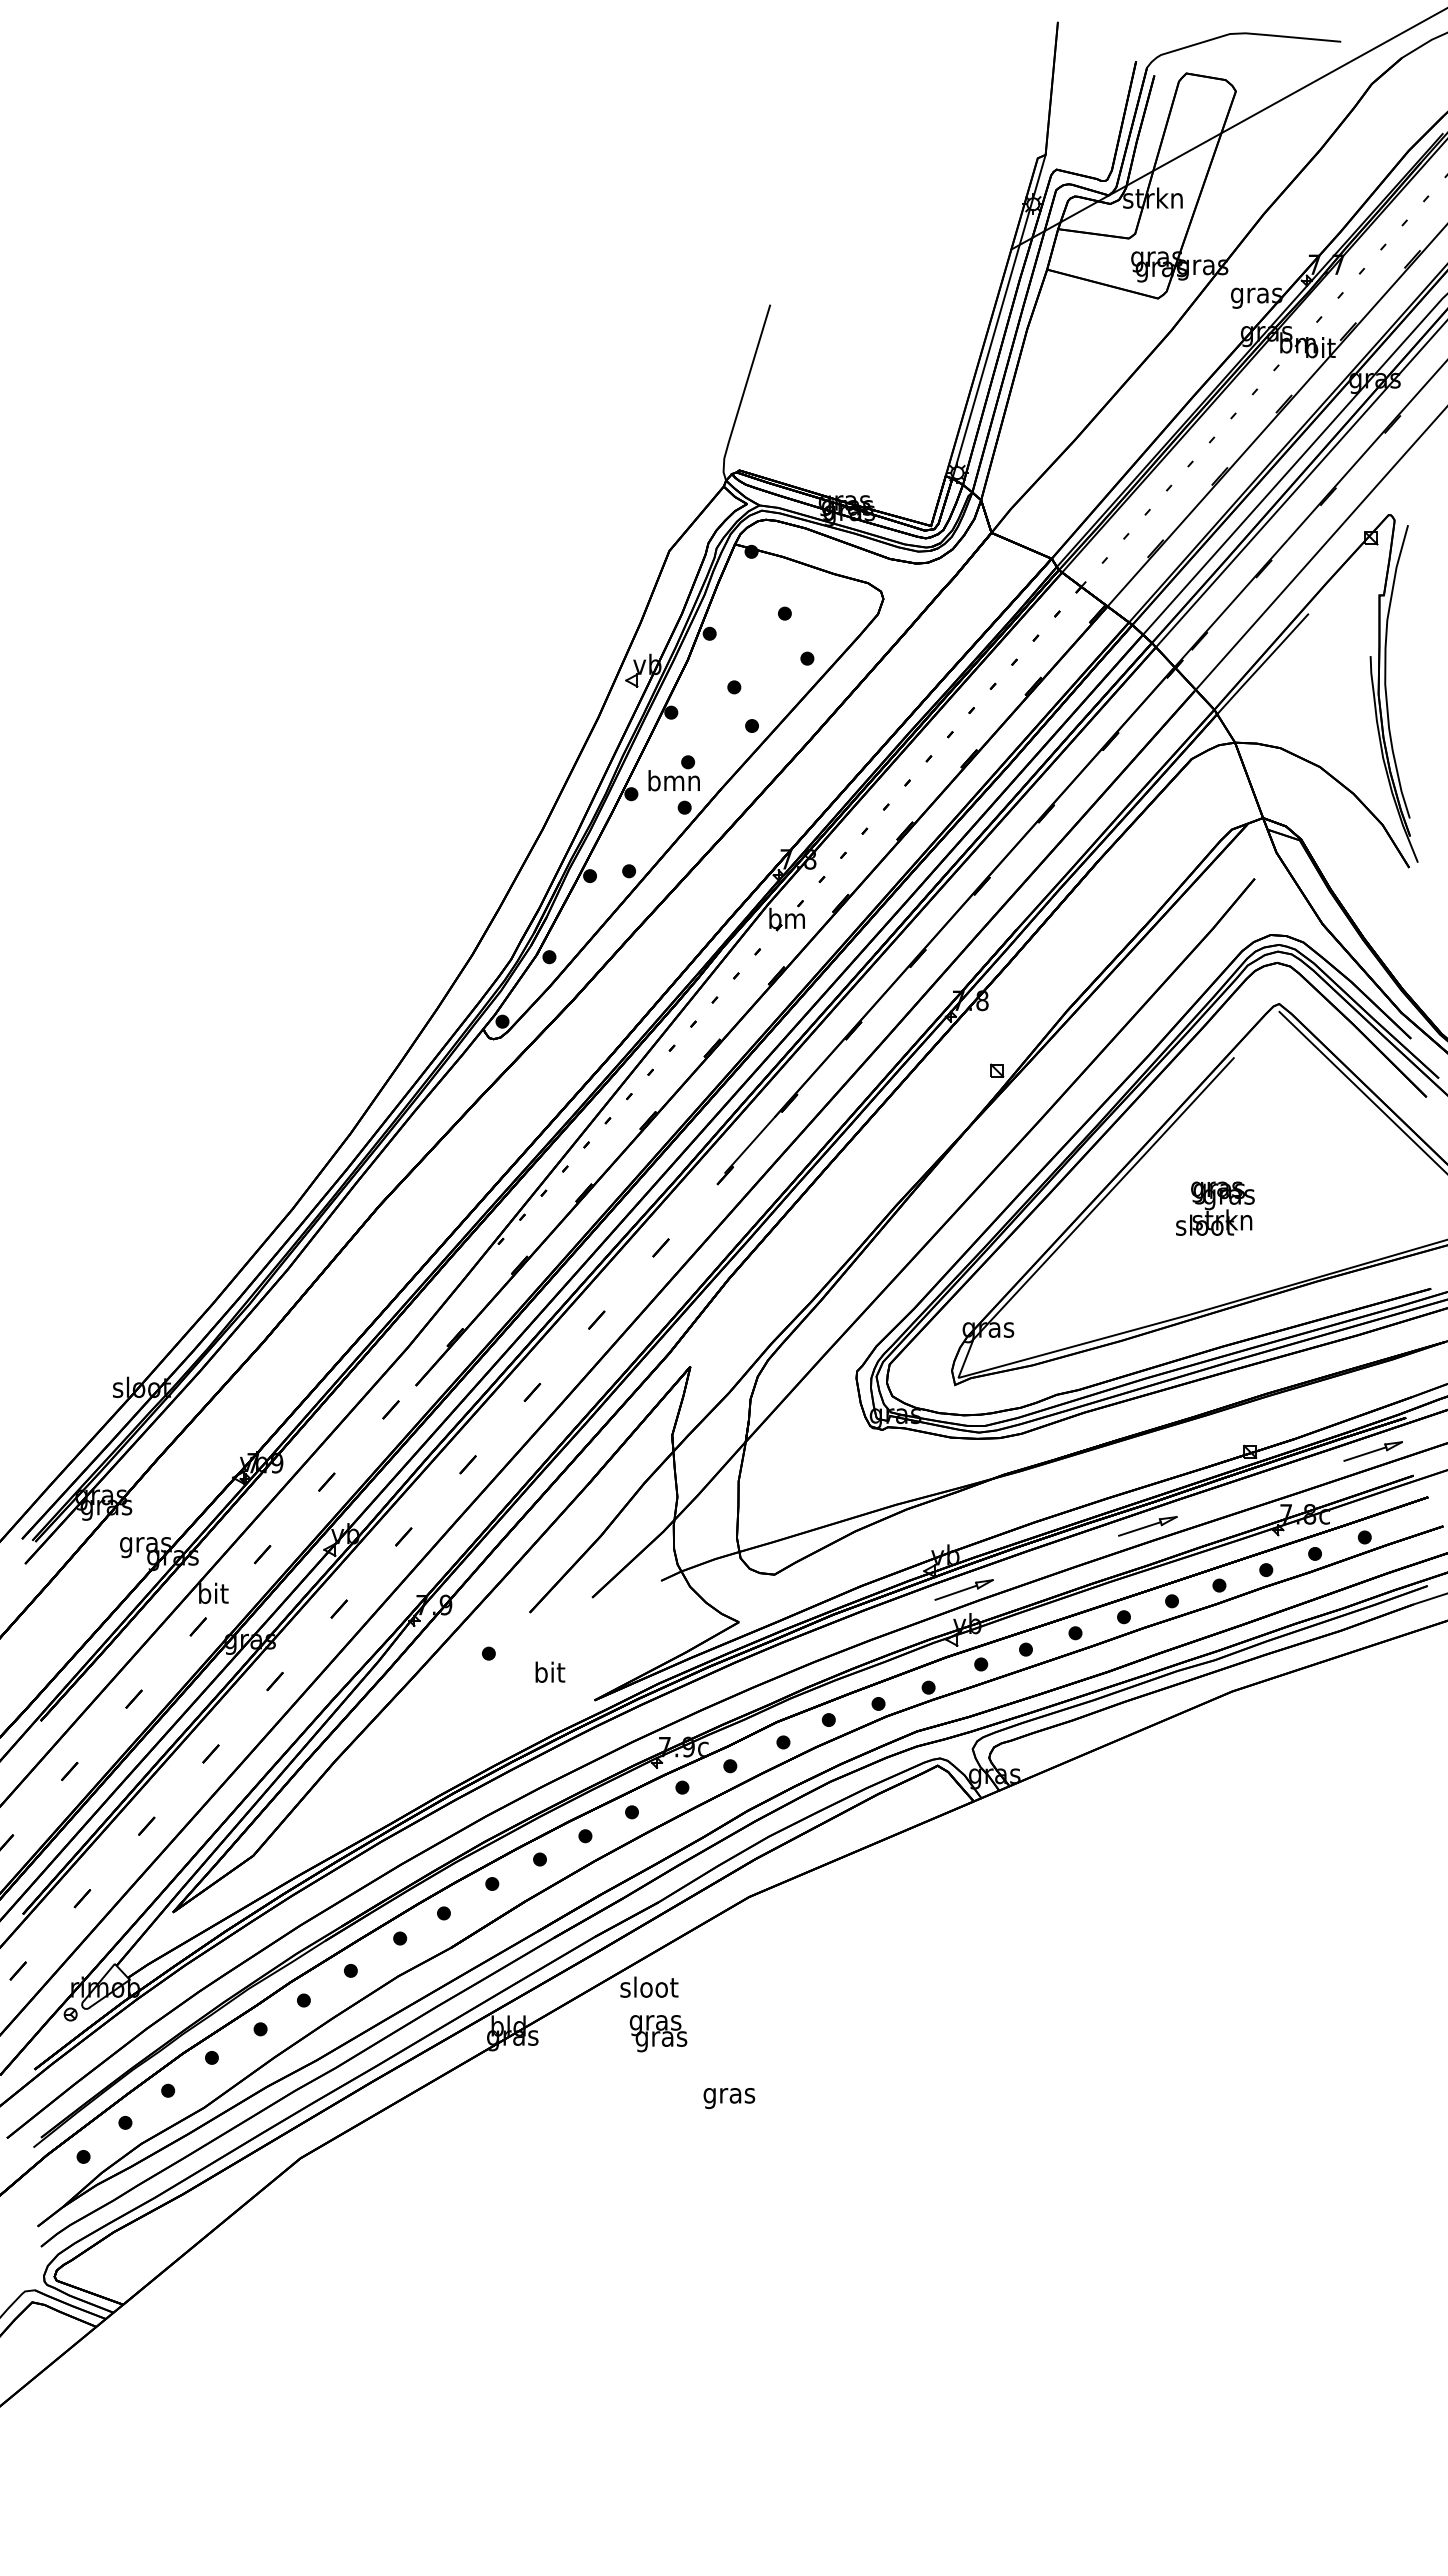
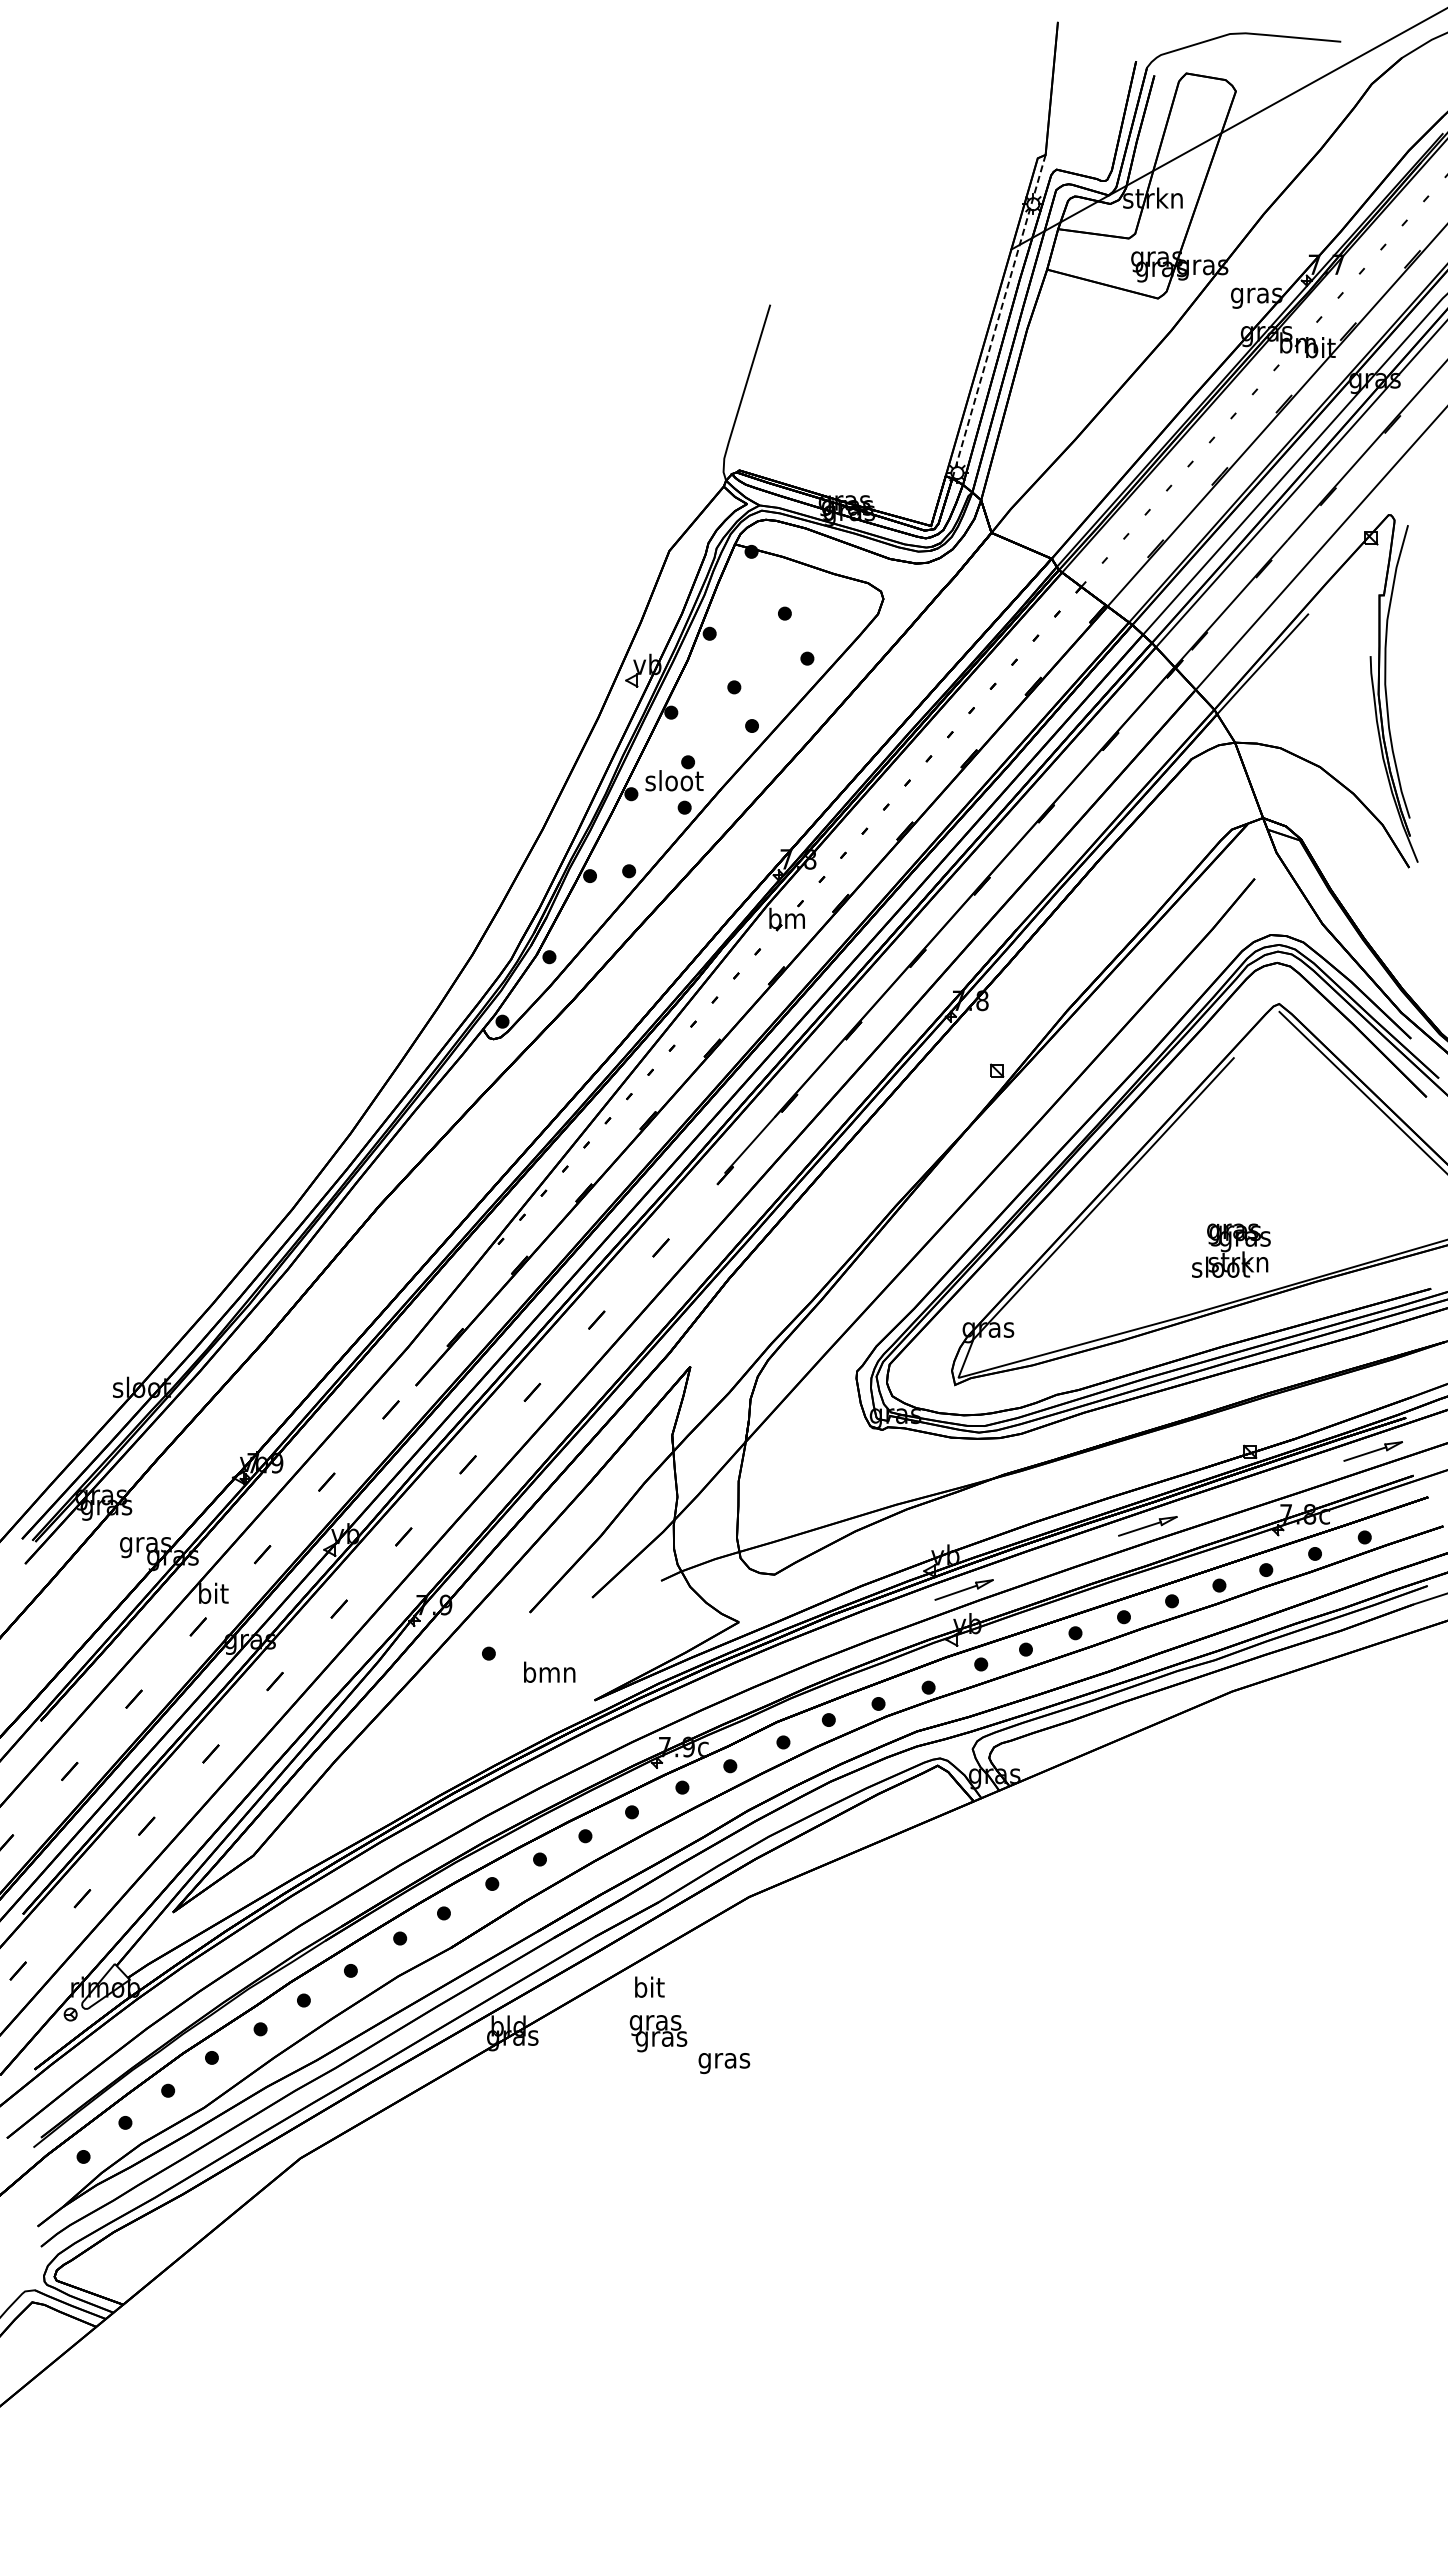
line at (998, 317): solid -> dashed
text at (674, 780): bmn -> sloot
text at (1215, 1208) position: (1215, 1208) -> (1231, 1250)
text at (549, 1671): bit -> bmn
text at (649, 1986): sloot -> bit
text at (729, 2098) position: (729, 2098) -> (724, 2063)
